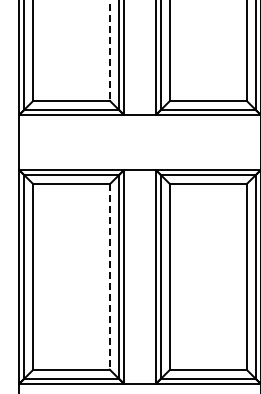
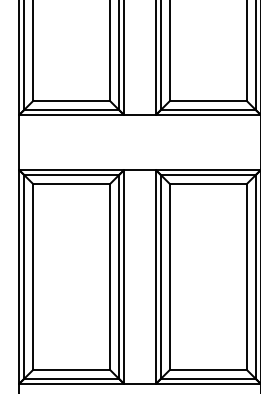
line at (109, 50): dashed -> solid
line at (109, 276): dashed -> solid
